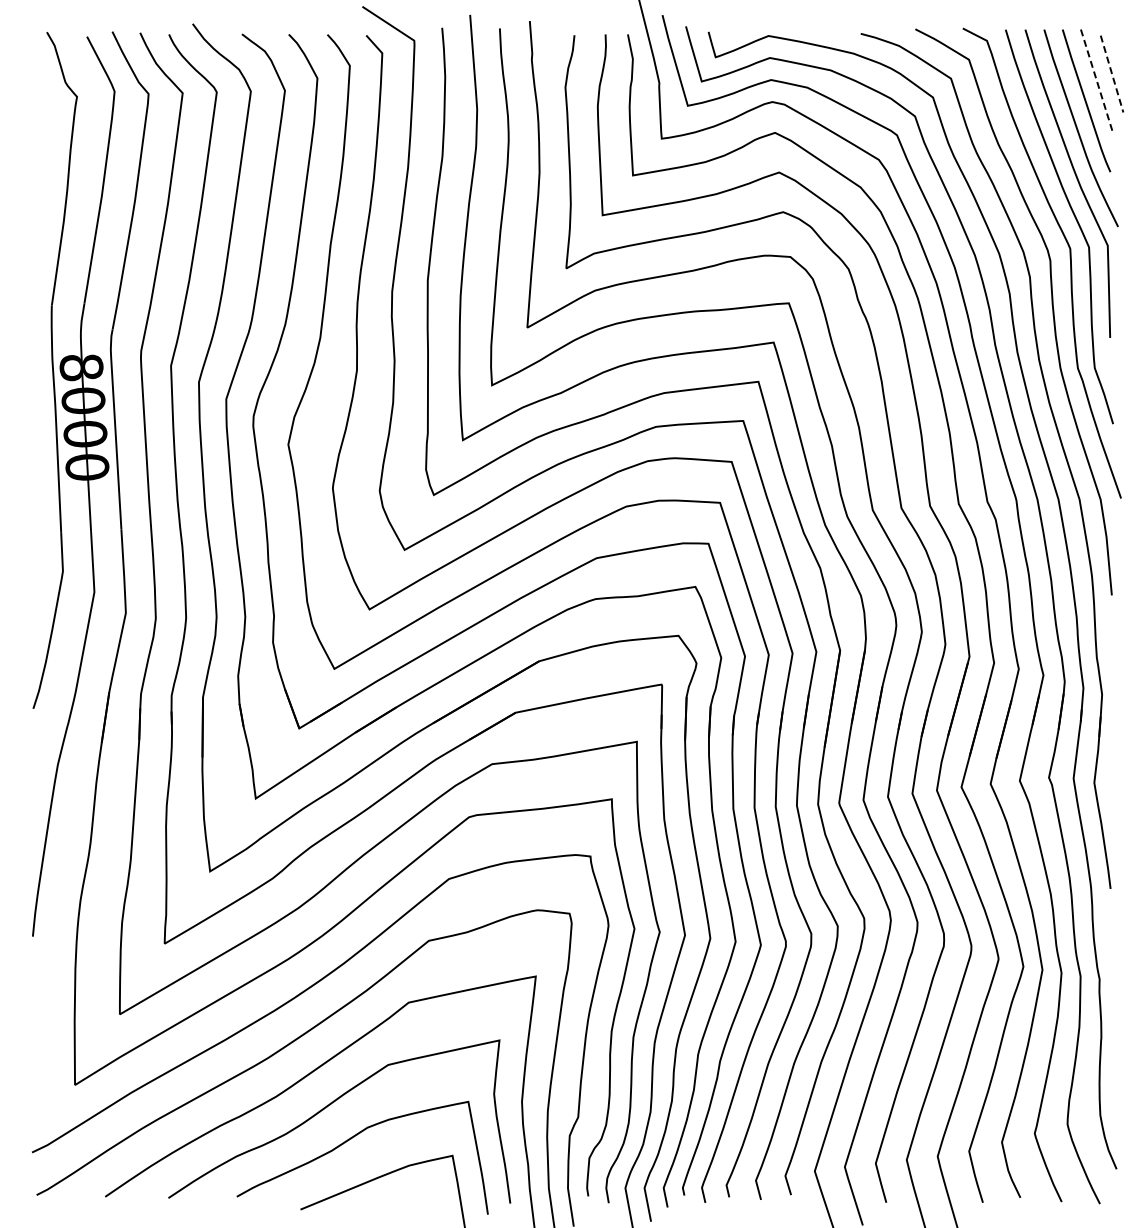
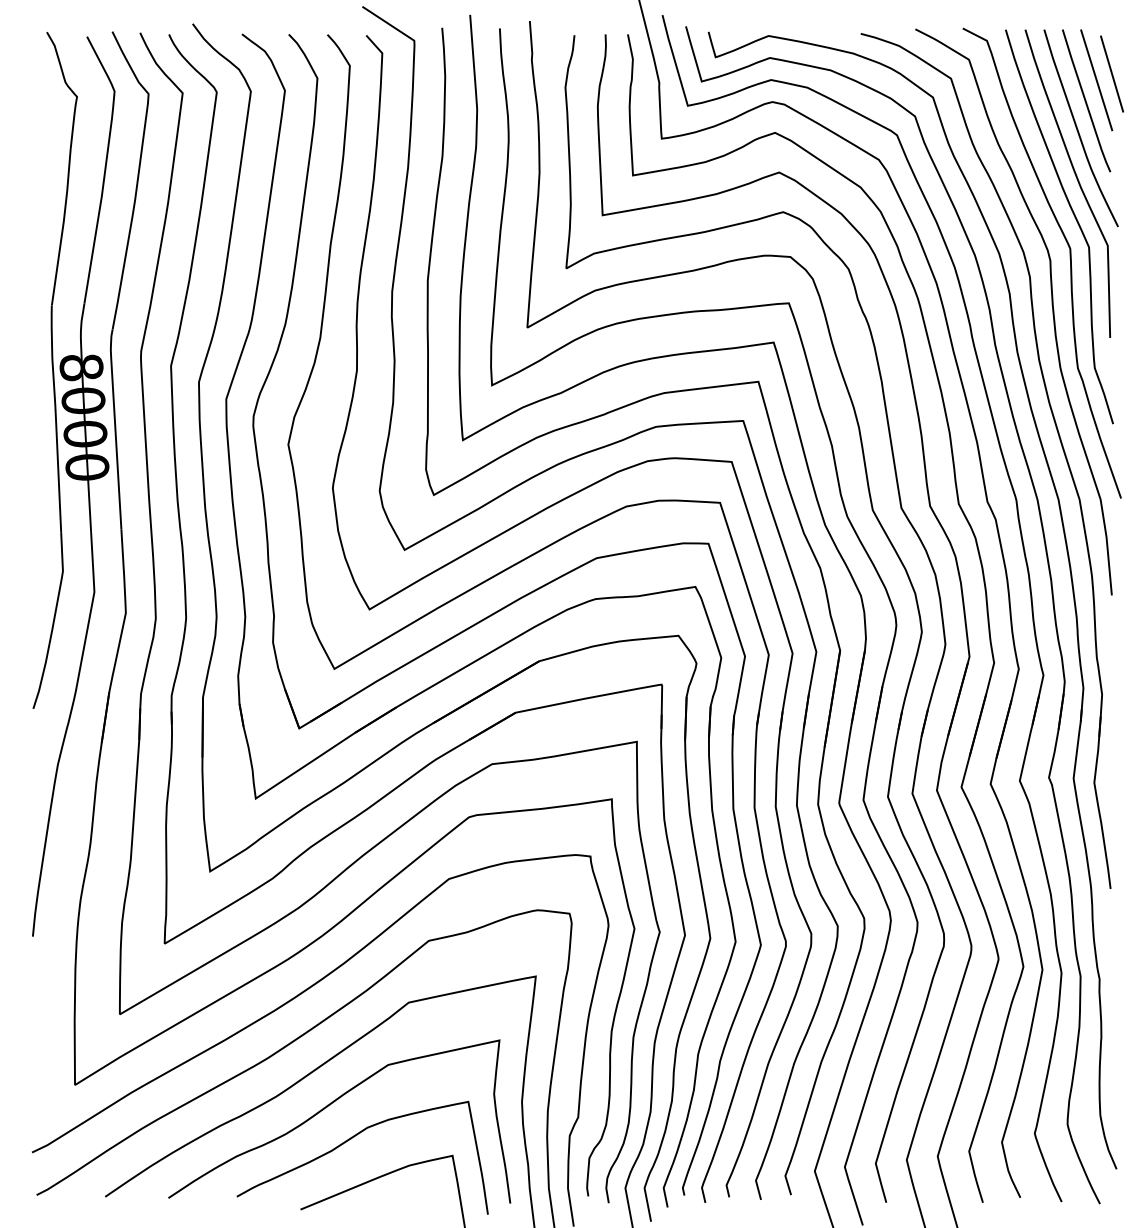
line at (1112, 74): dashed -> solid
line at (1096, 80): dashed -> solid
